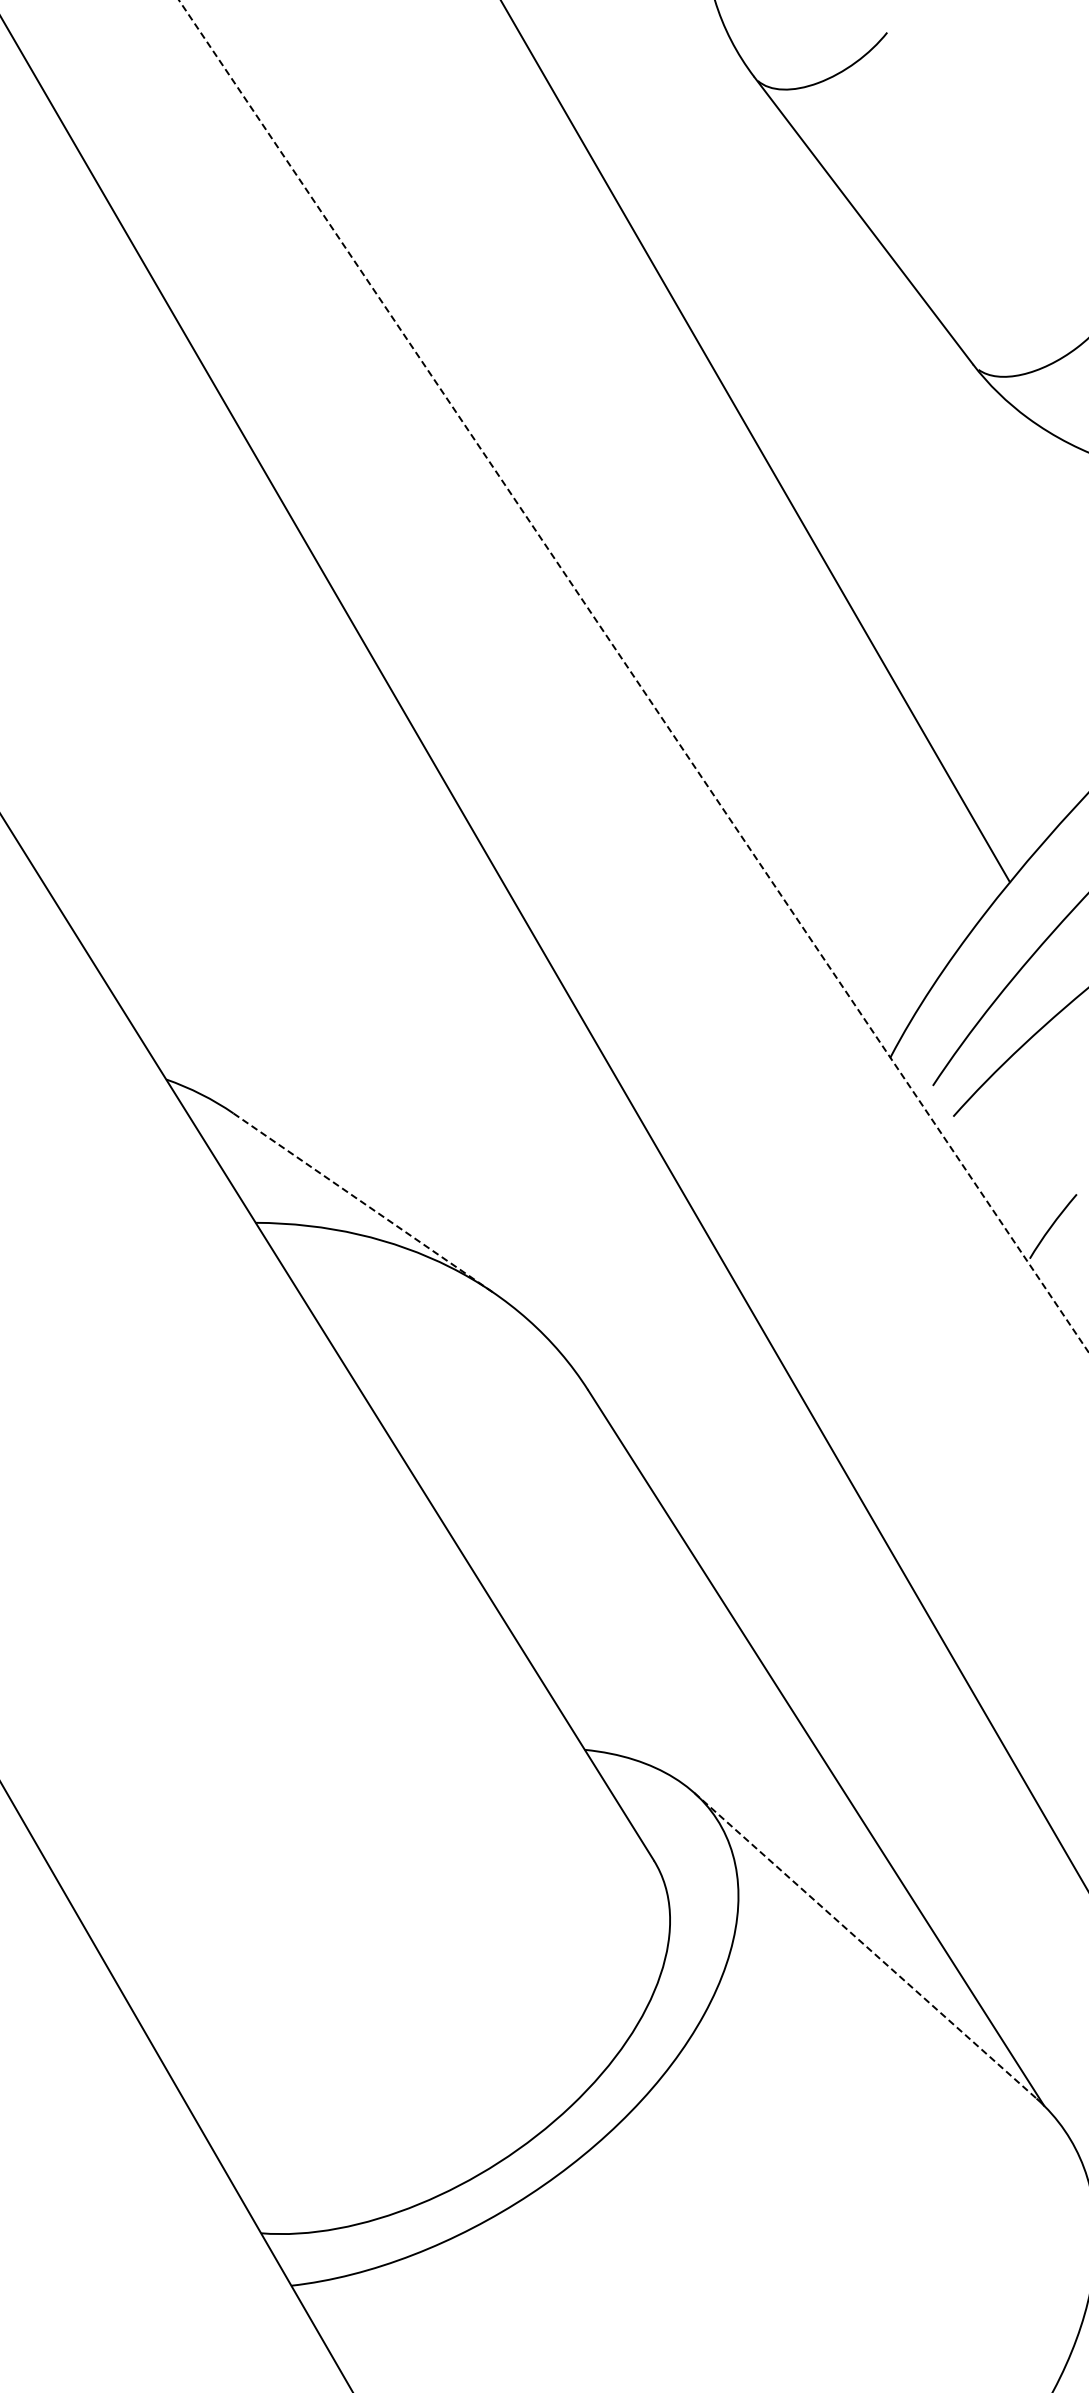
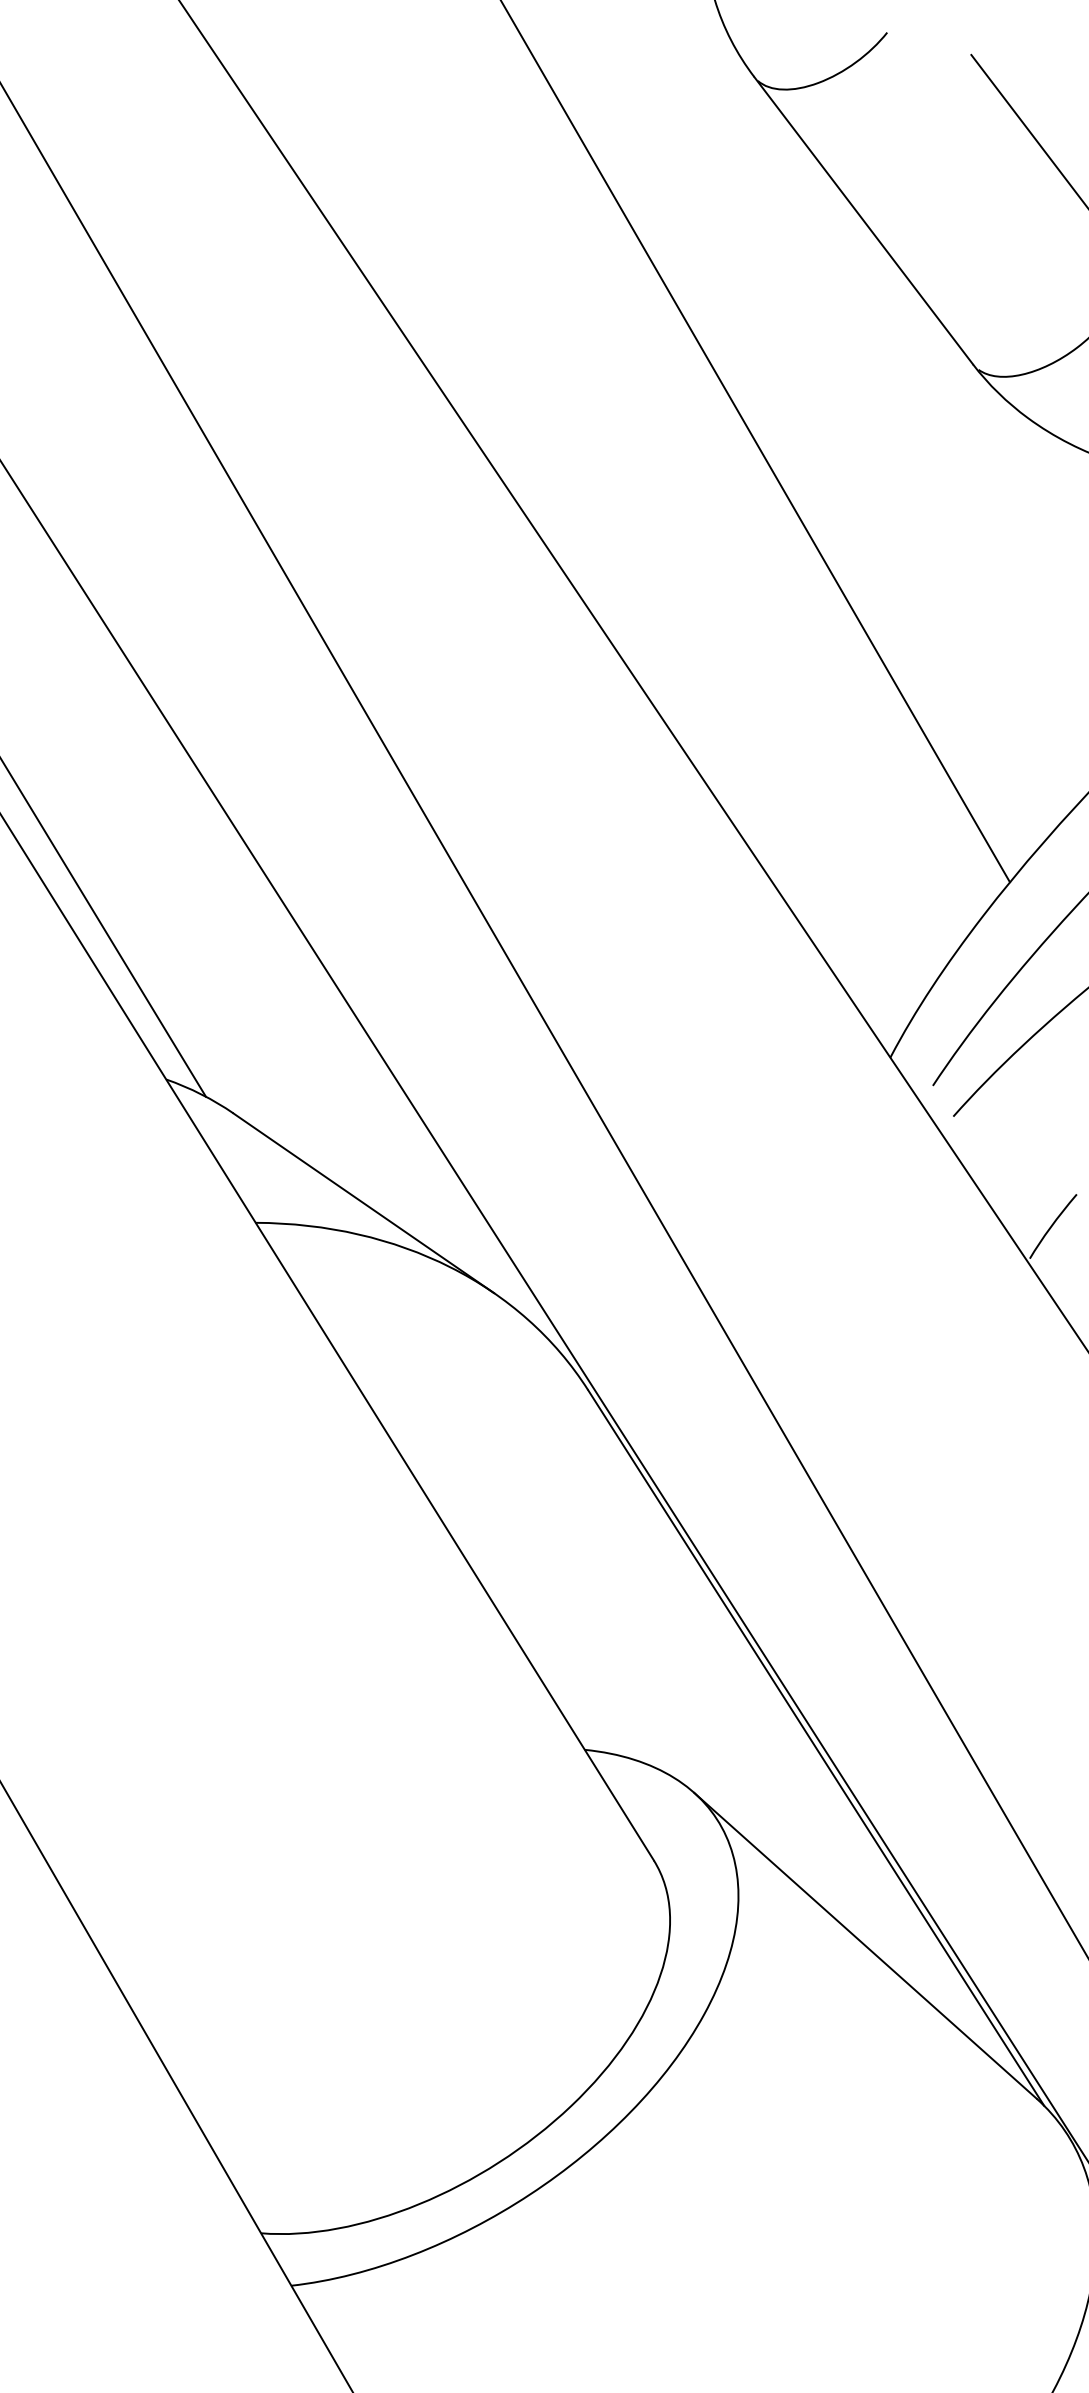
line at (1028, 129): none -> present
line at (634, 676): dashed -> solid
line at (103, 928): none -> present
line at (543, 953) position: (543, 953) -> (543, 1020)
line at (364, 1203): dashed -> solid
line at (543, 1310): none -> present
line at (865, 1946): dashed -> solid
